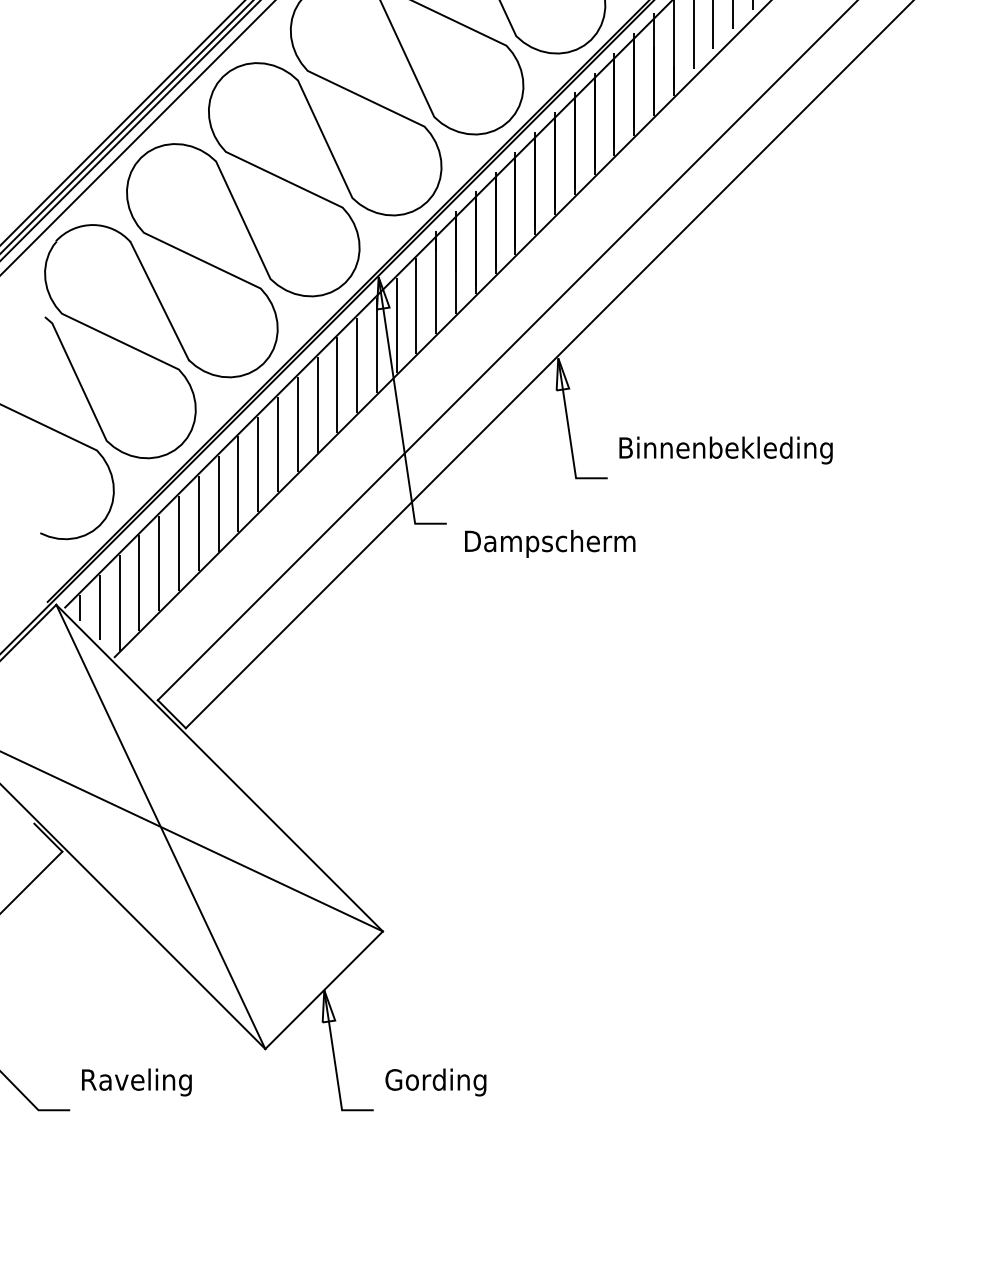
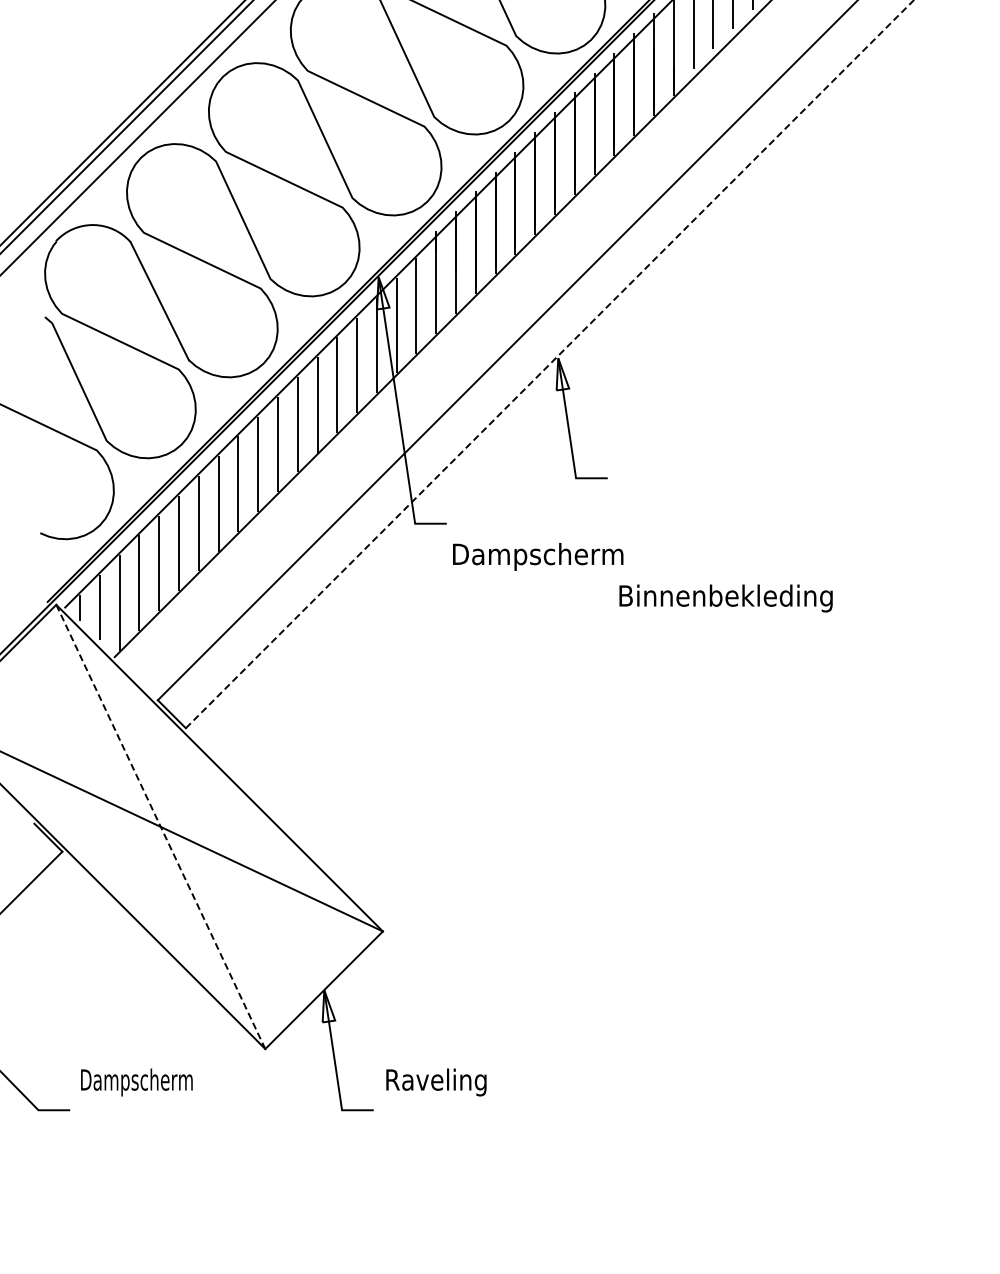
line at (130, 130): present -> none
line at (549, 364): solid -> dashed
text at (725, 450) position: (725, 450) -> (725, 598)
text at (550, 543) position: (550, 543) -> (538, 556)
line at (161, 827): solid -> dashed
text at (136, 1082): Raveling -> Dampscherm
text at (435, 1082): Gording -> Raveling
